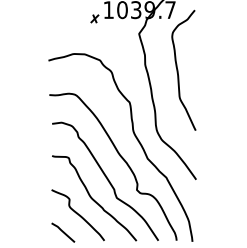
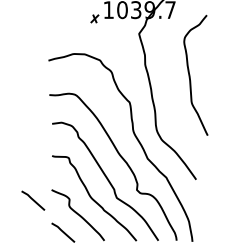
curve at (178, 69) position: (178, 69) -> (190, 74)
line at (33, 200): none -> present
